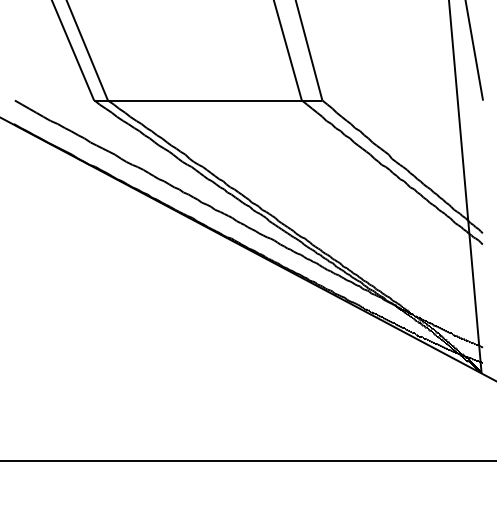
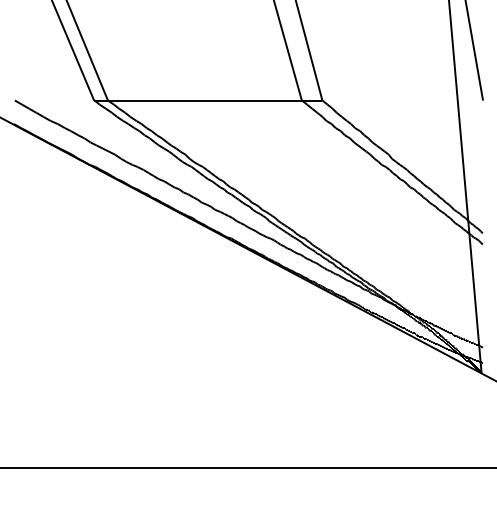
line at (247, 461) position: (247, 461) -> (247, 468)
